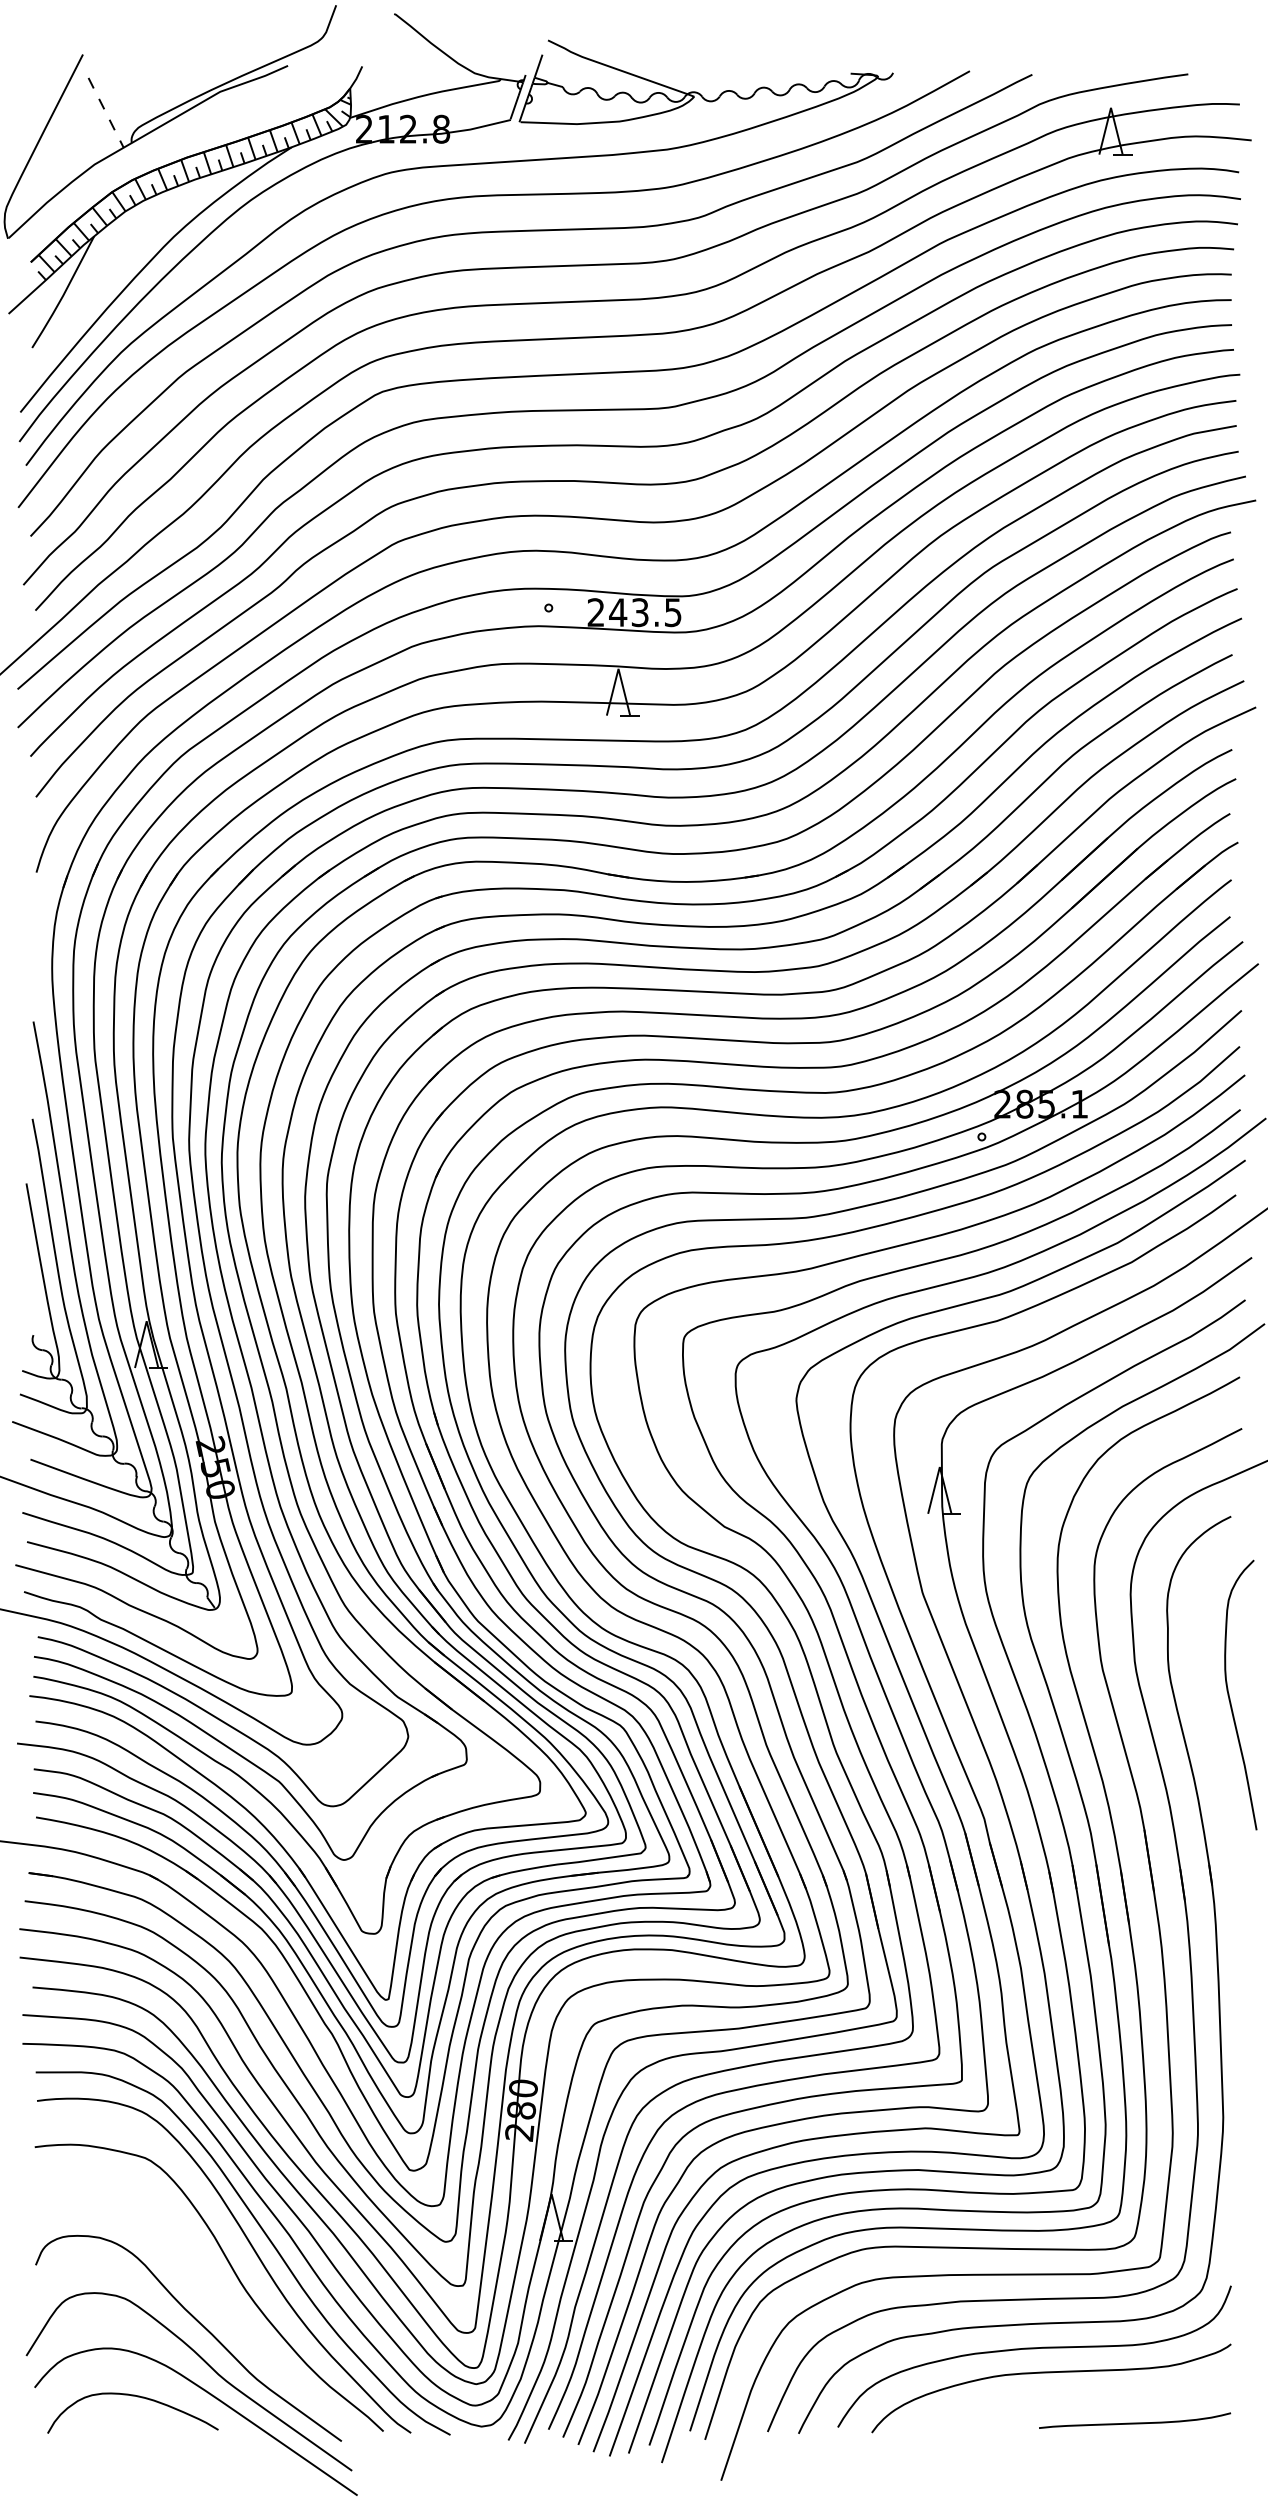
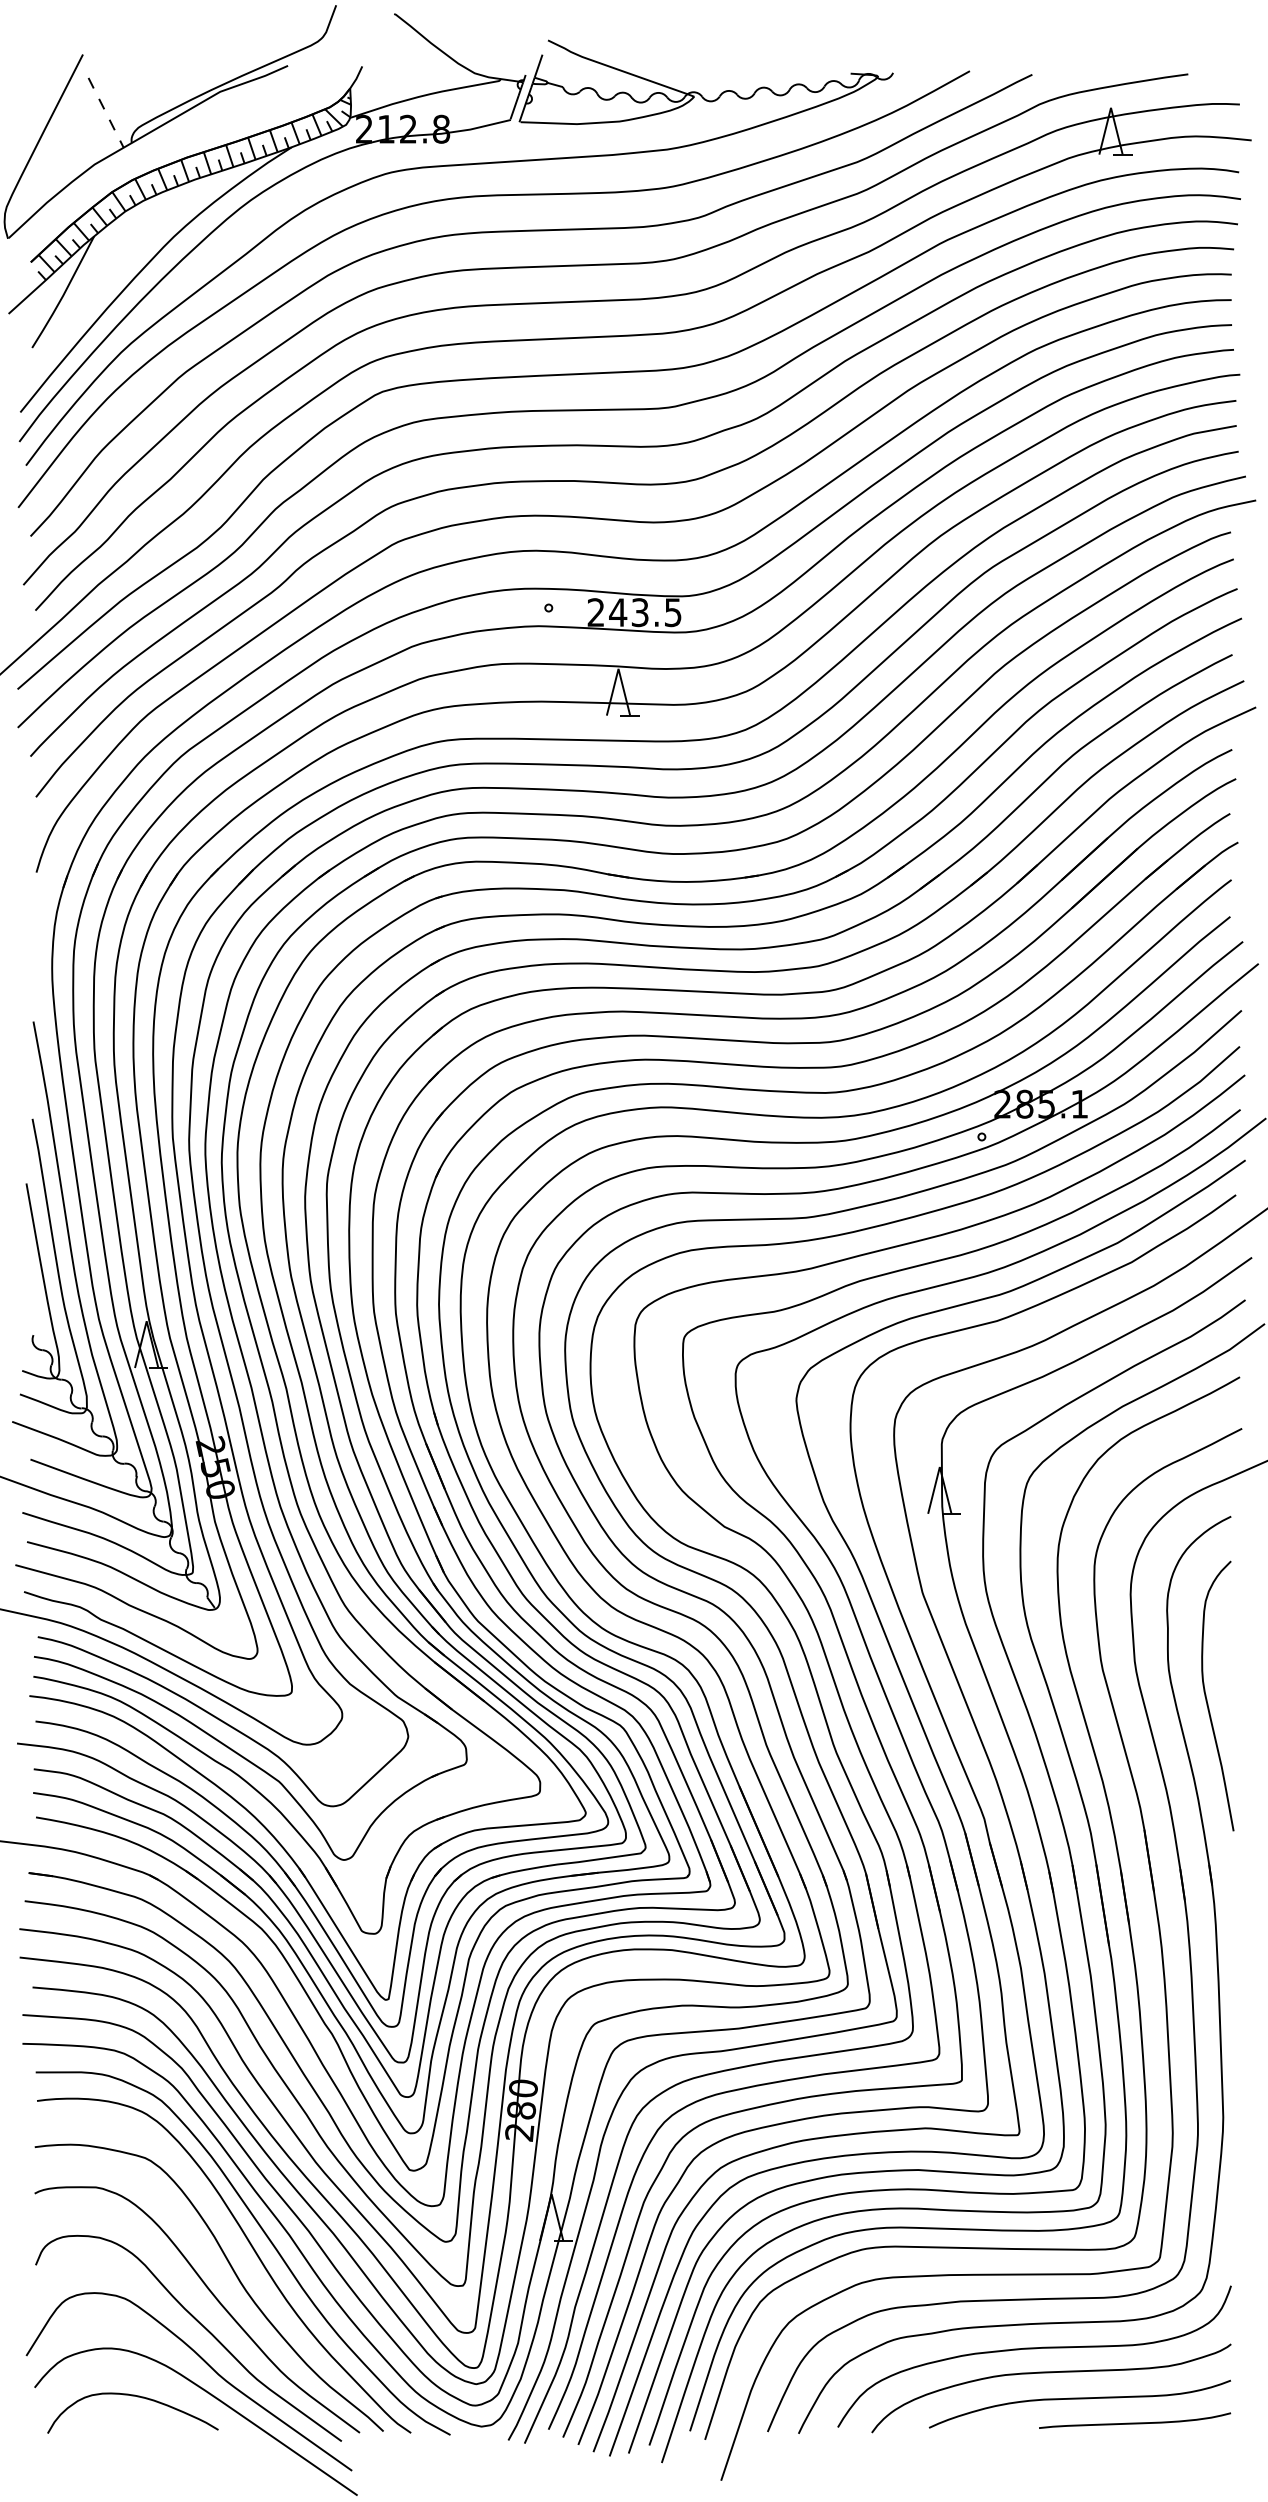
curve at (1230, 1698) position: (1230, 1698) -> (1207, 1699)
curve at (211, 2294): none -> present
curve at (1079, 2399): none -> present
